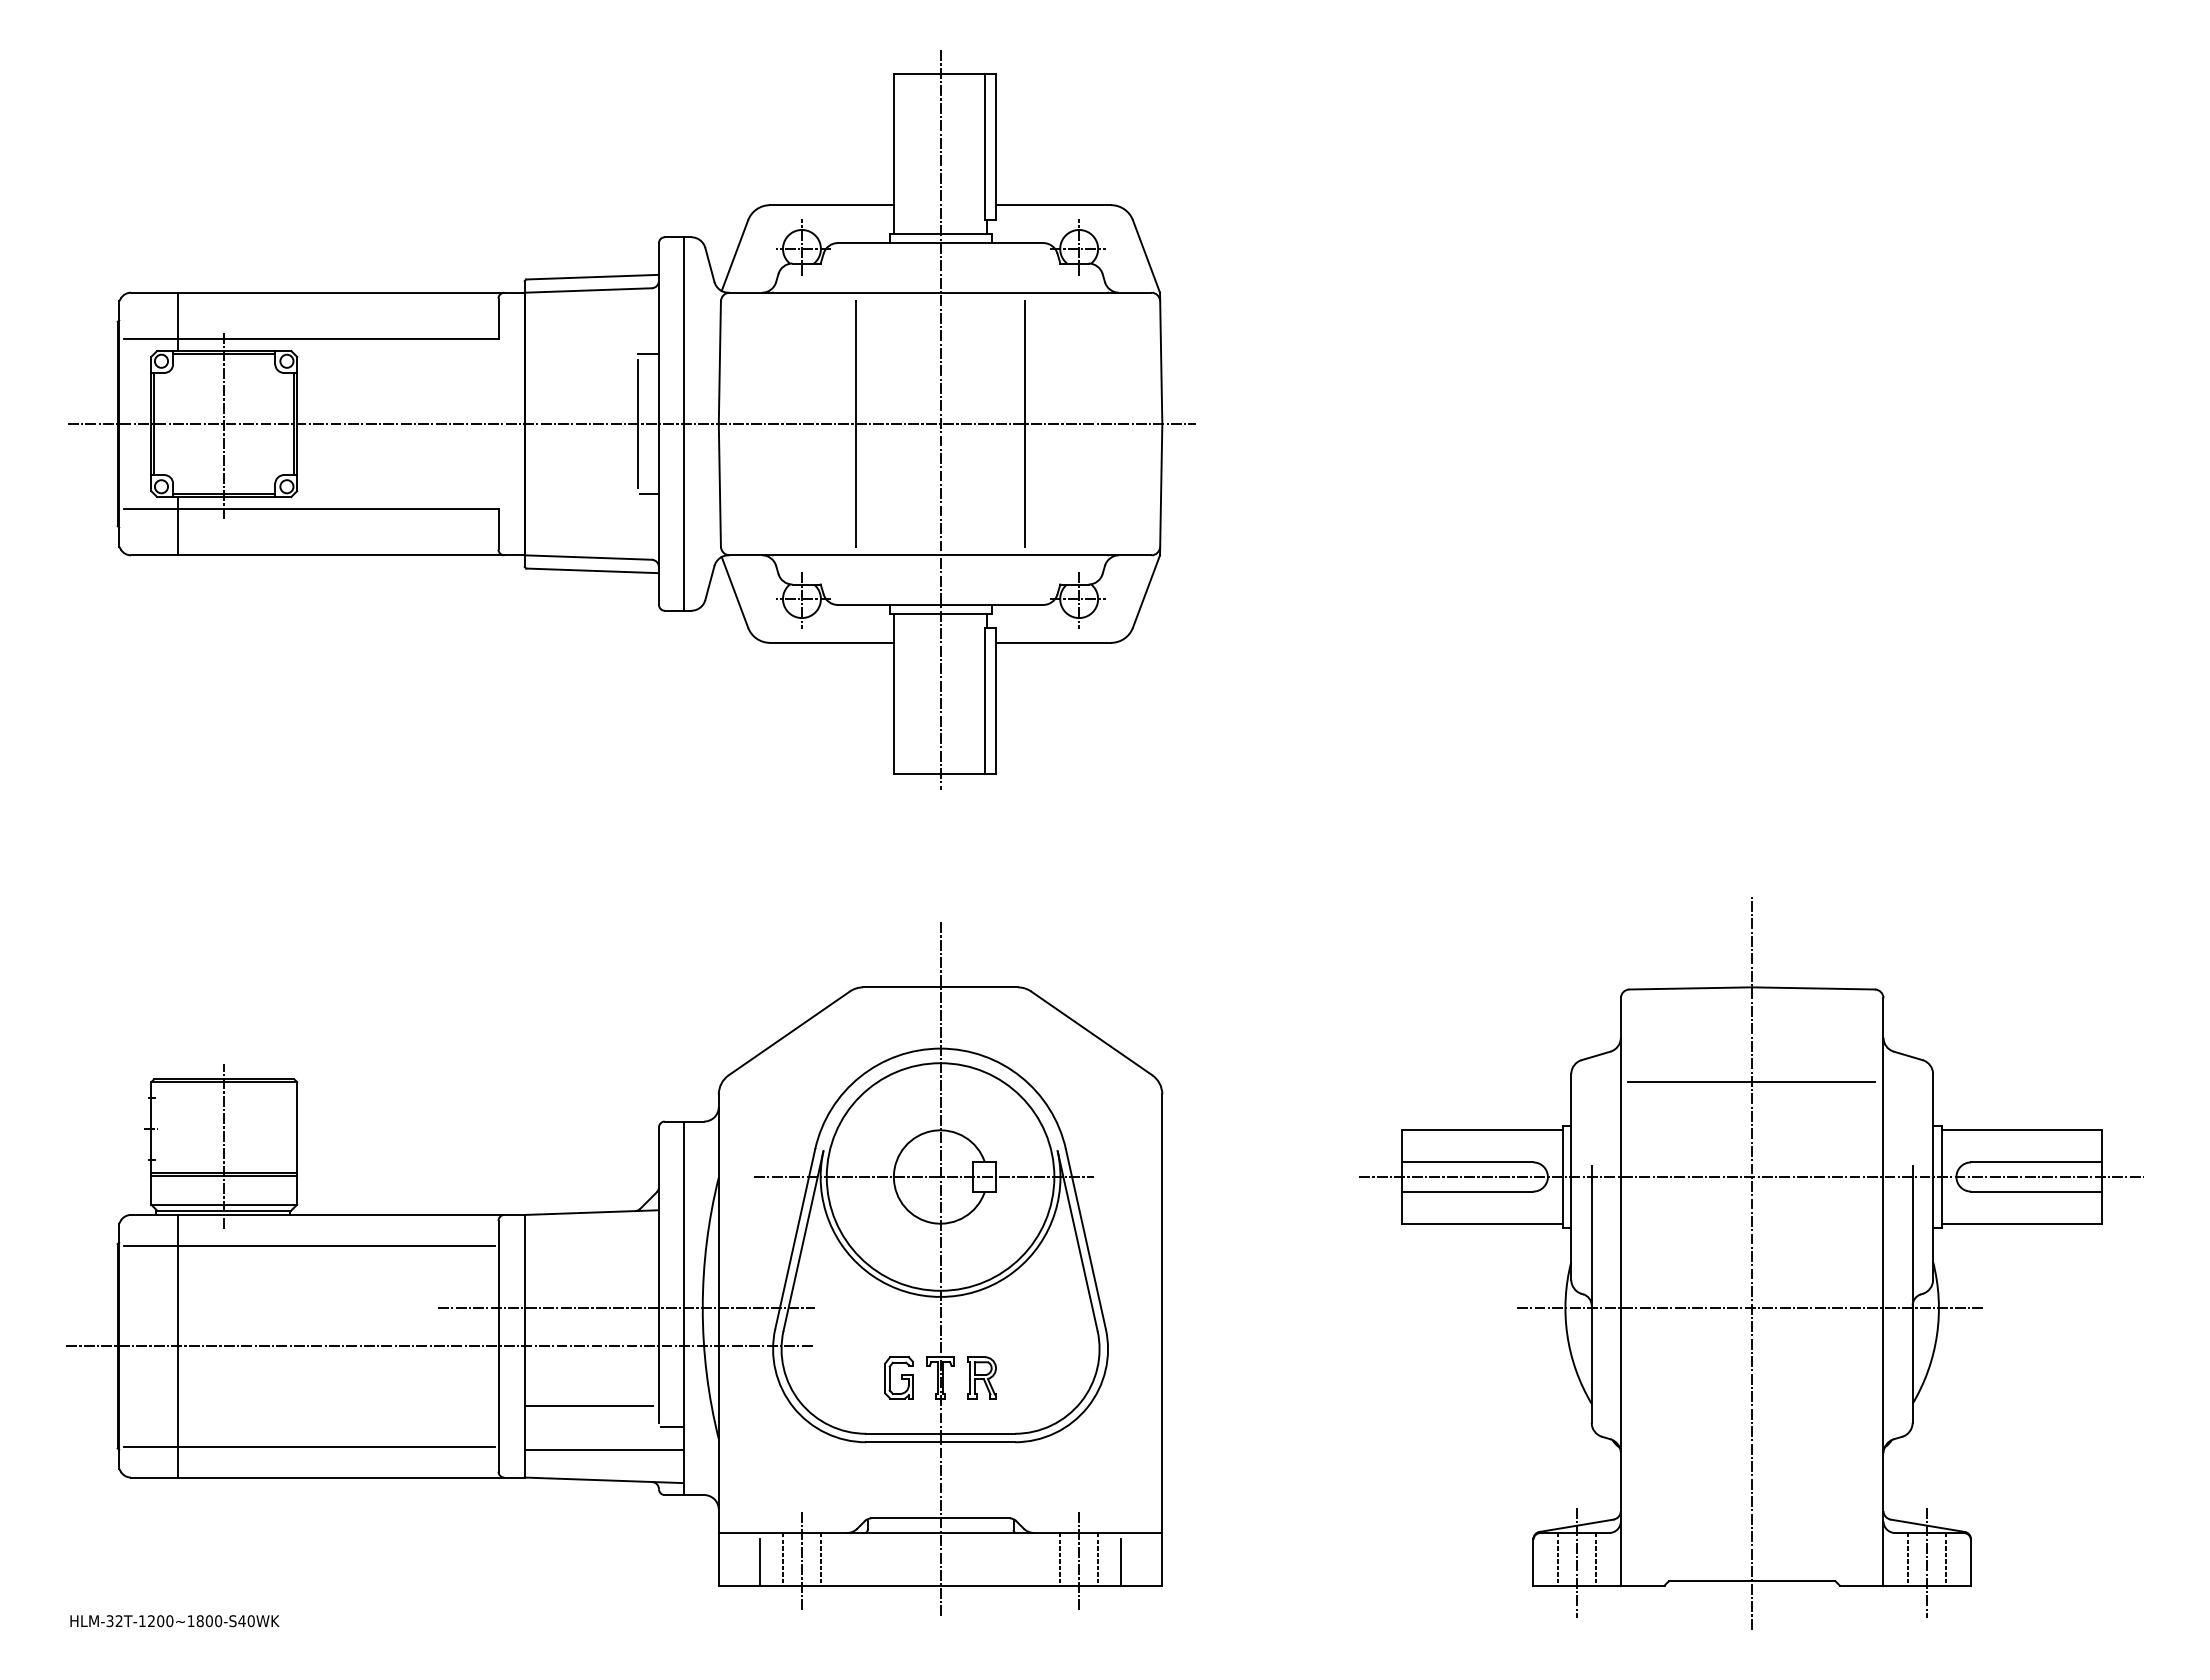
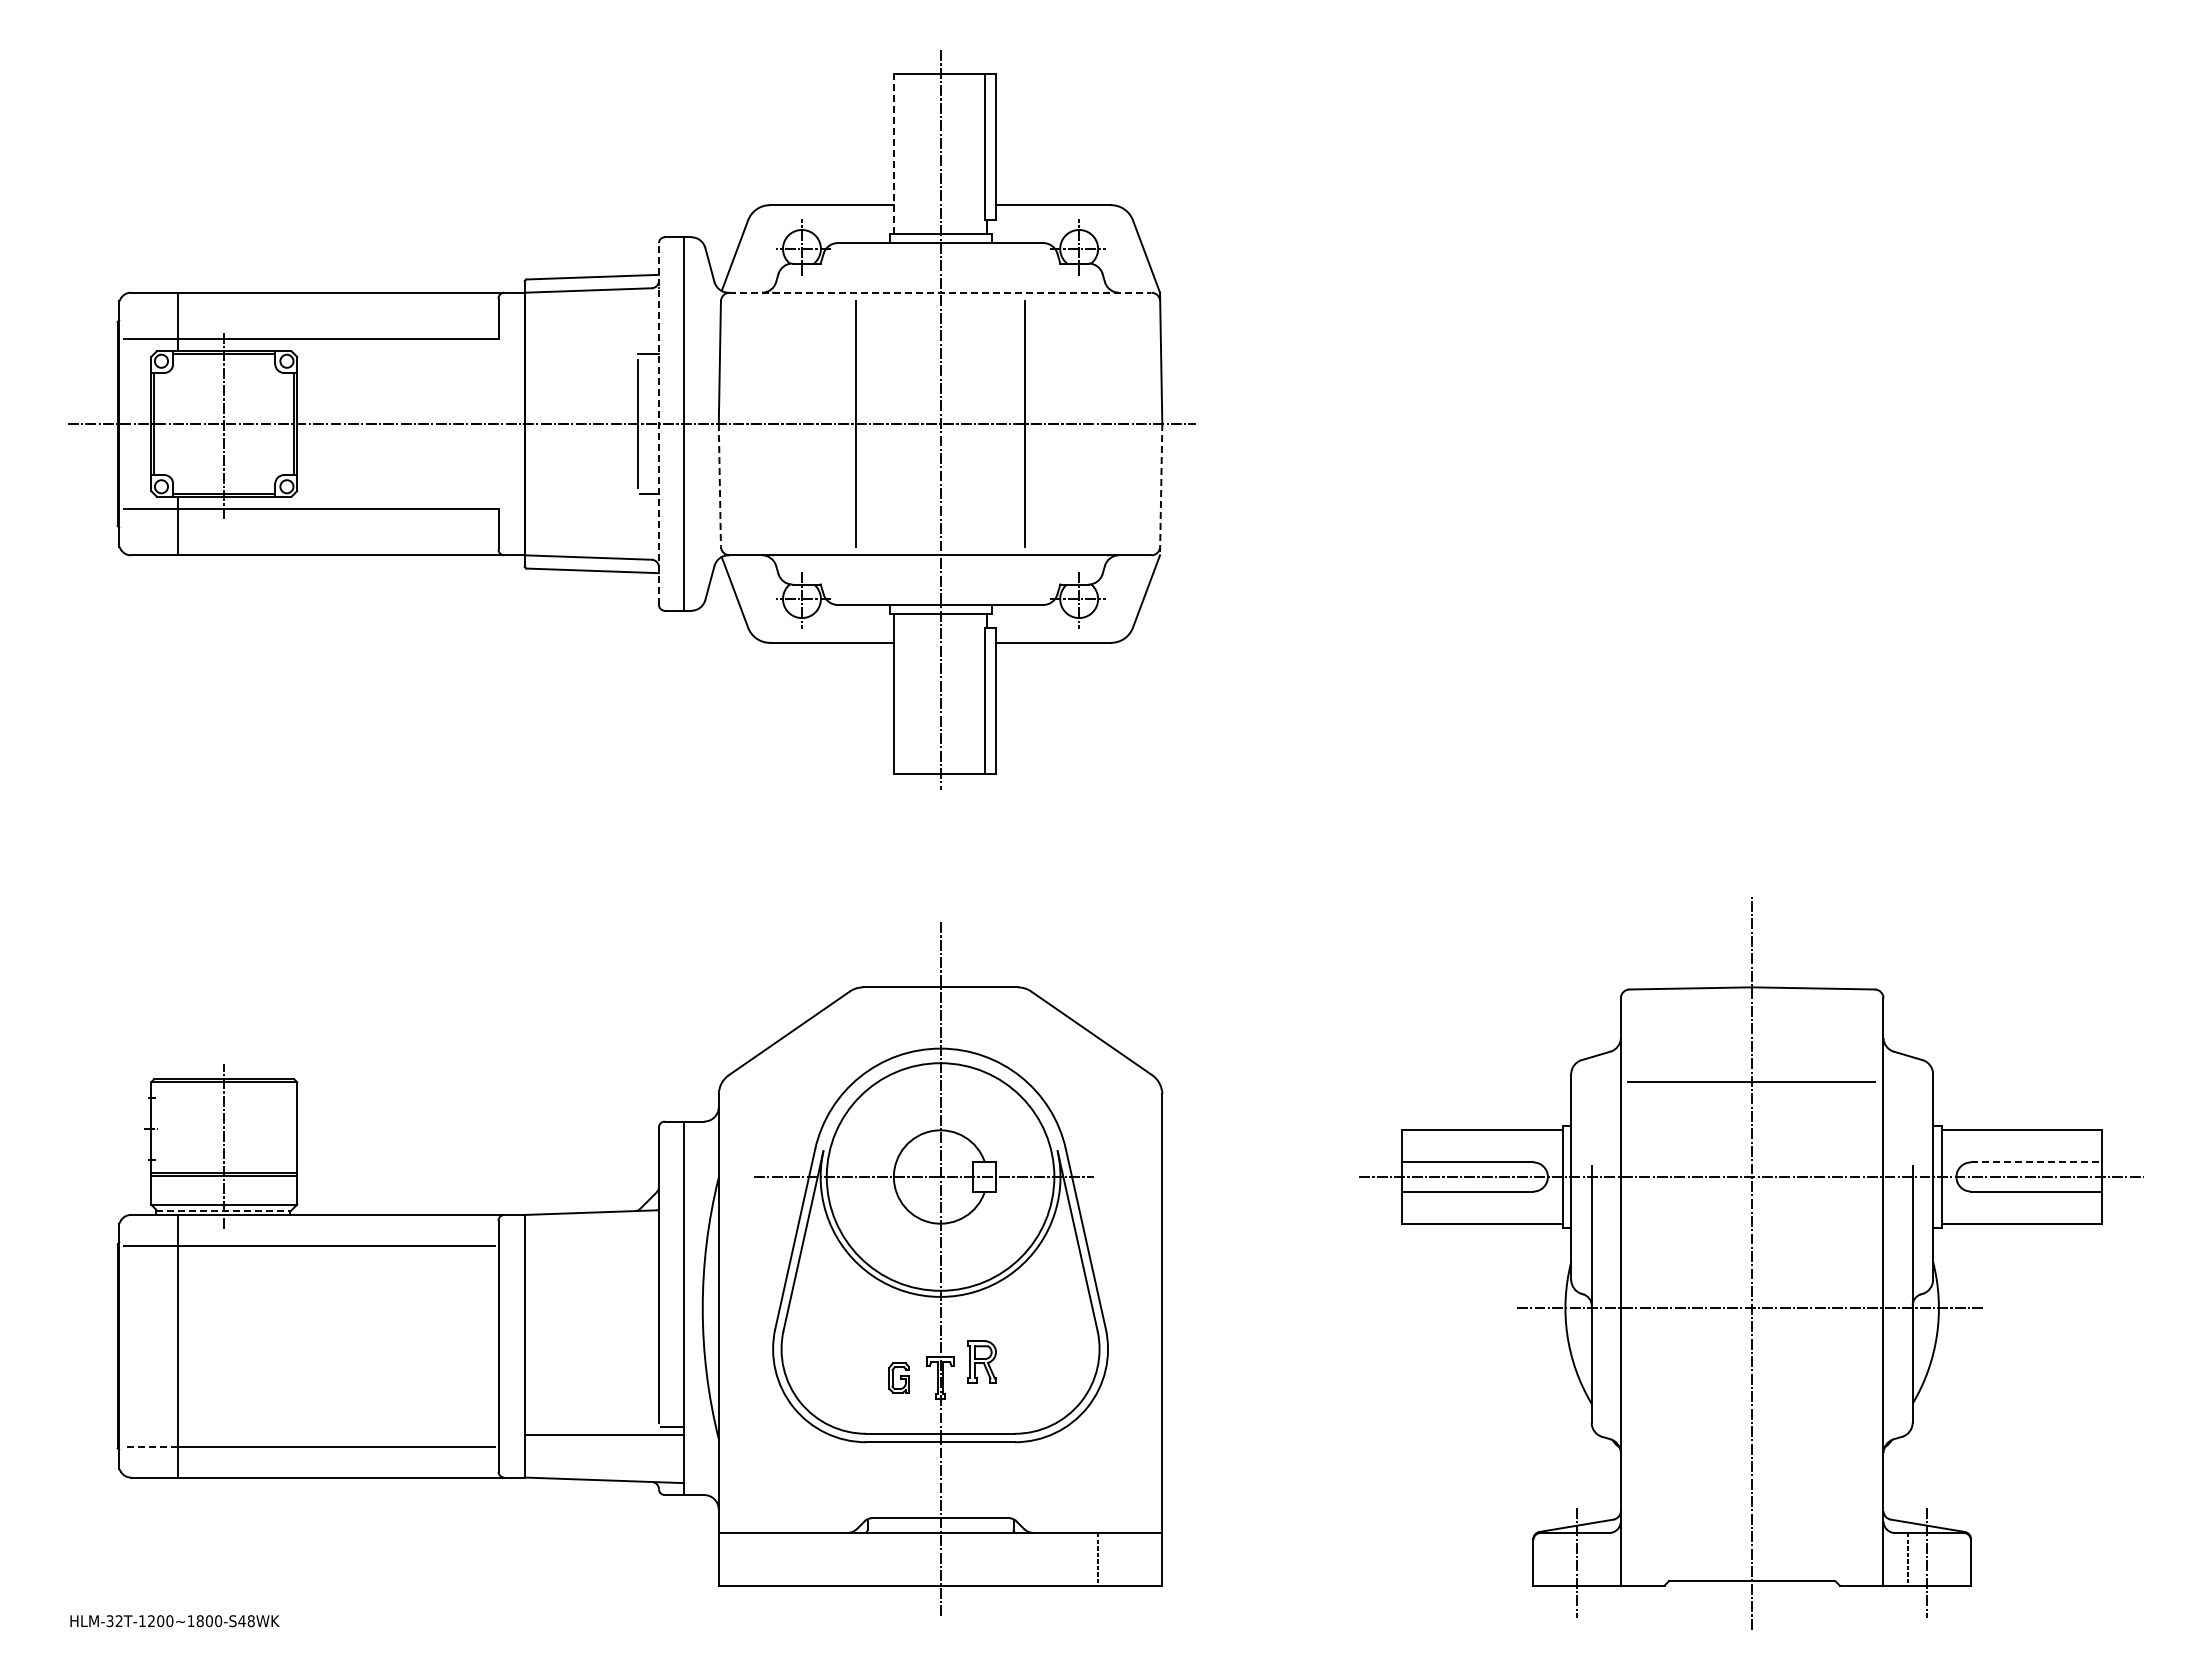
line at (893, 153): solid -> dashed
line at (940, 292): solid -> dashed
line at (658, 424): solid -> dashed
line at (719, 485): solid -> dashed
line at (1161, 489): solid -> dashed
line at (2036, 1162): solid -> dashed
line at (223, 1210): solid -> dashed
line at (626, 1308): present -> none
line at (440, 1346): present -> none
part at (898, 1377) size: 30x44 px -> 22x32 px
part at (981, 1377) position: (981, 1377) -> (981, 1361)
line at (588, 1406): present -> none
line at (150, 1446): solid -> dashed
line at (603, 1449) position: (603, 1449) -> (603, 1434)
line at (783, 1559): present -> none
line at (820, 1559): present -> none
line at (1060, 1559): present -> none
line at (1558, 1559): present -> none
line at (1596, 1559): present -> none
line at (1946, 1559): present -> none
line at (1079, 1560): present -> none
line at (801, 1561): present -> none
line at (759, 1562): present -> none
line at (1121, 1562): present -> none
text at (250, 1620): HLM-32T-1200~1800-S40WK -> HLM-32T-1200~1800-S48WK
